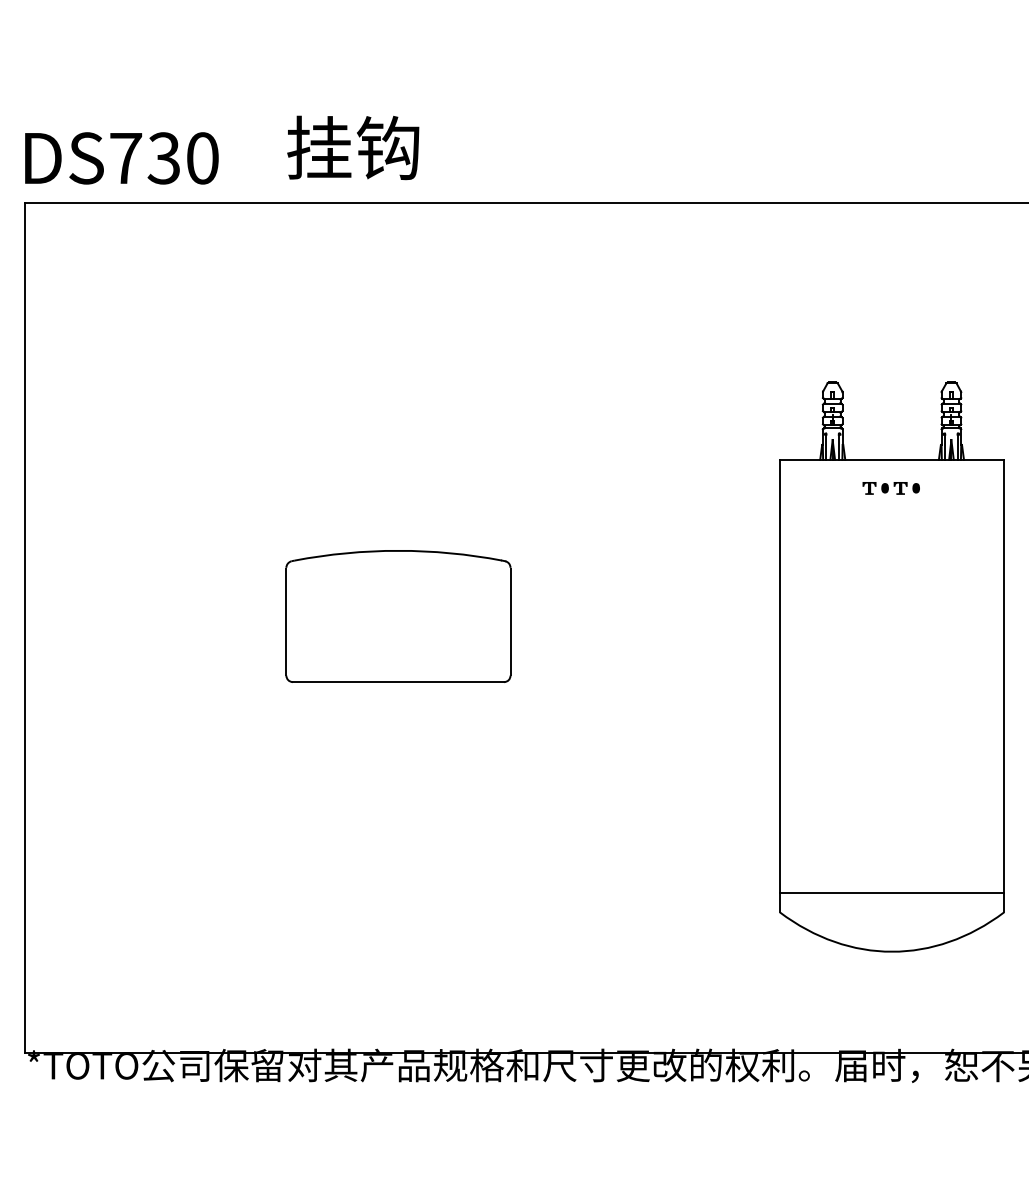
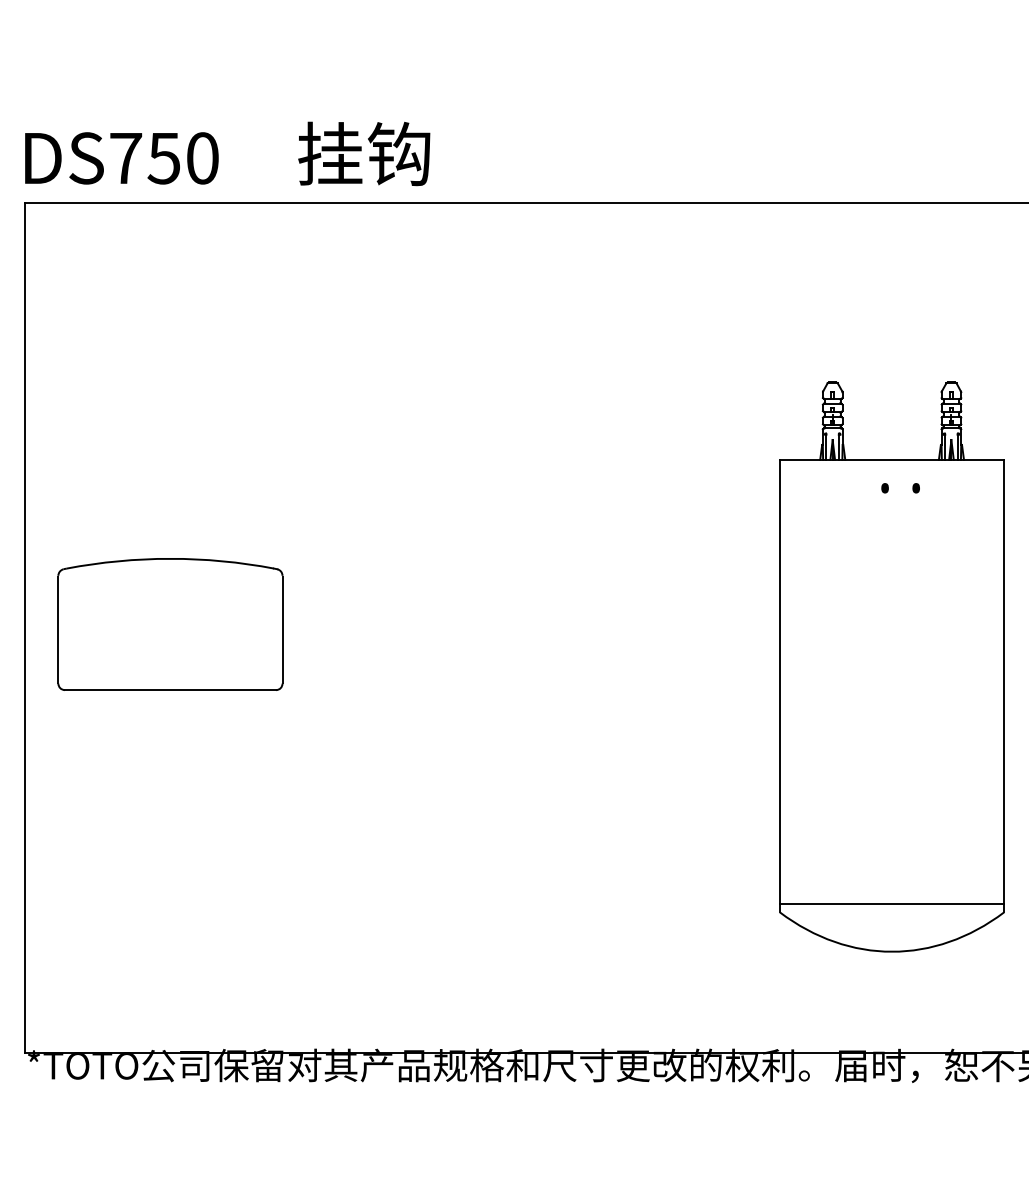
text at (353, 147) position: (353, 147) -> (364, 153)
text at (163, 158): DS730 -> DS750
fill at (869, 487): present -> none
fill at (900, 487): present -> none
part at (398, 616) position: (398, 616) -> (170, 624)
line at (891, 893) position: (891, 893) -> (891, 904)
